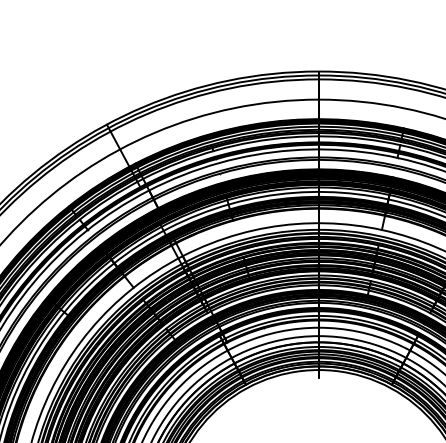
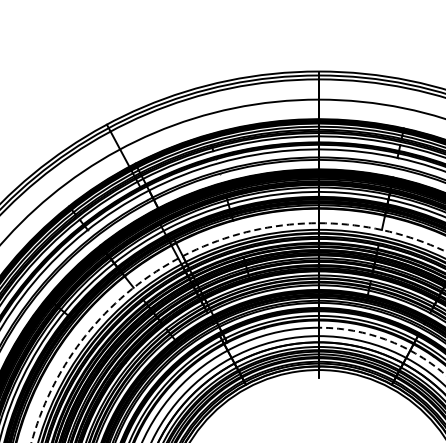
arc at (194, 250): solid -> dashed
arc at (387, 340): solid -> dashed
